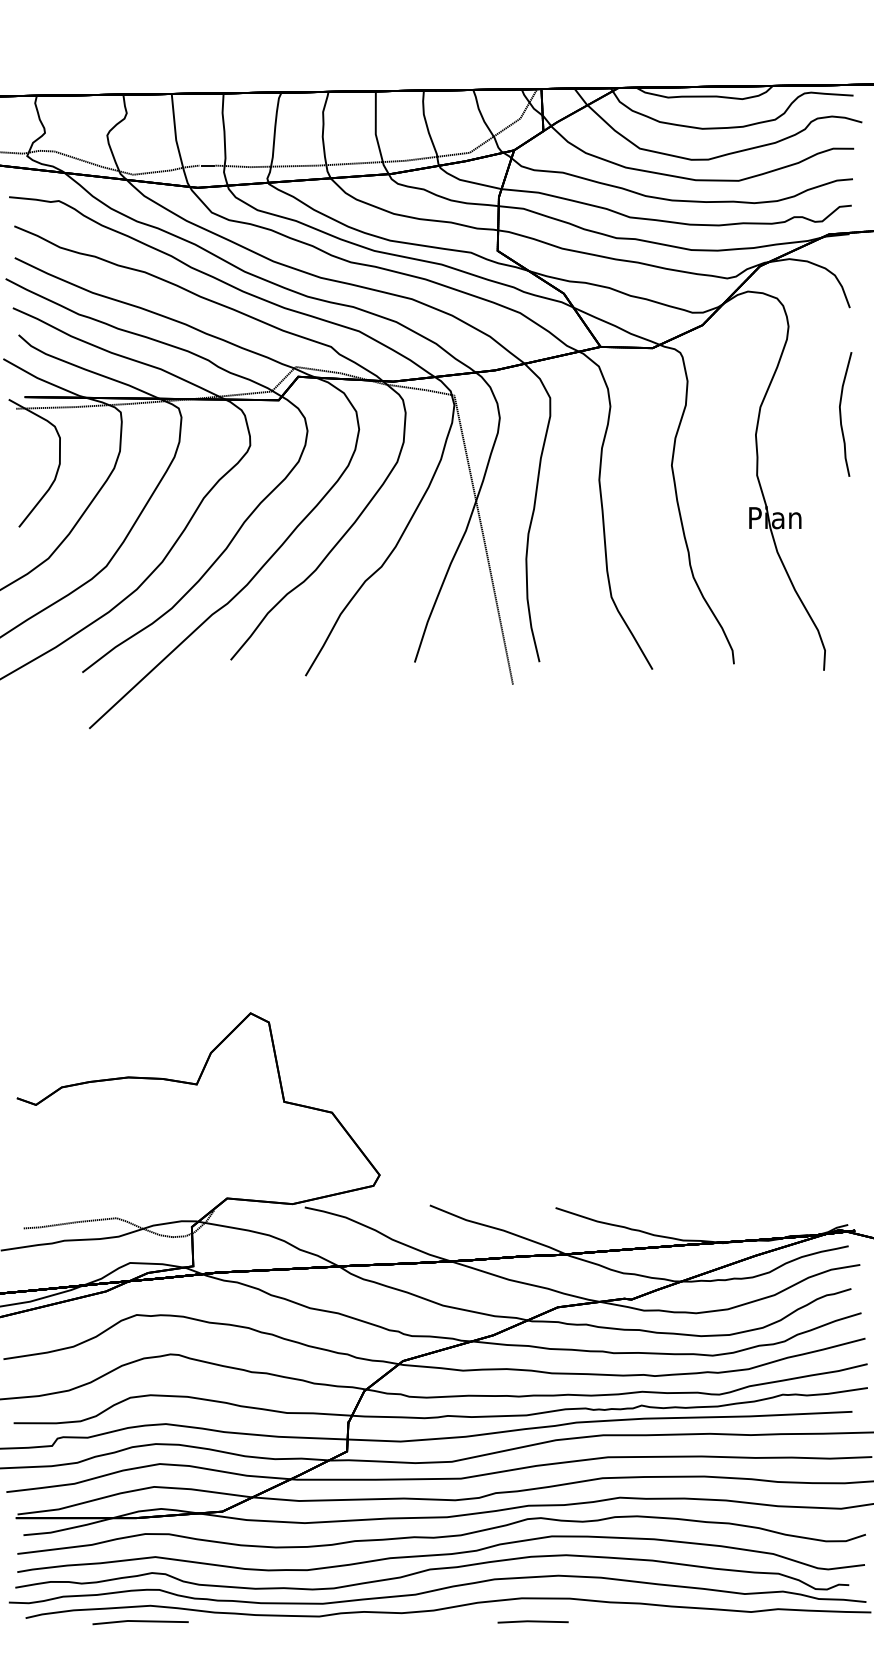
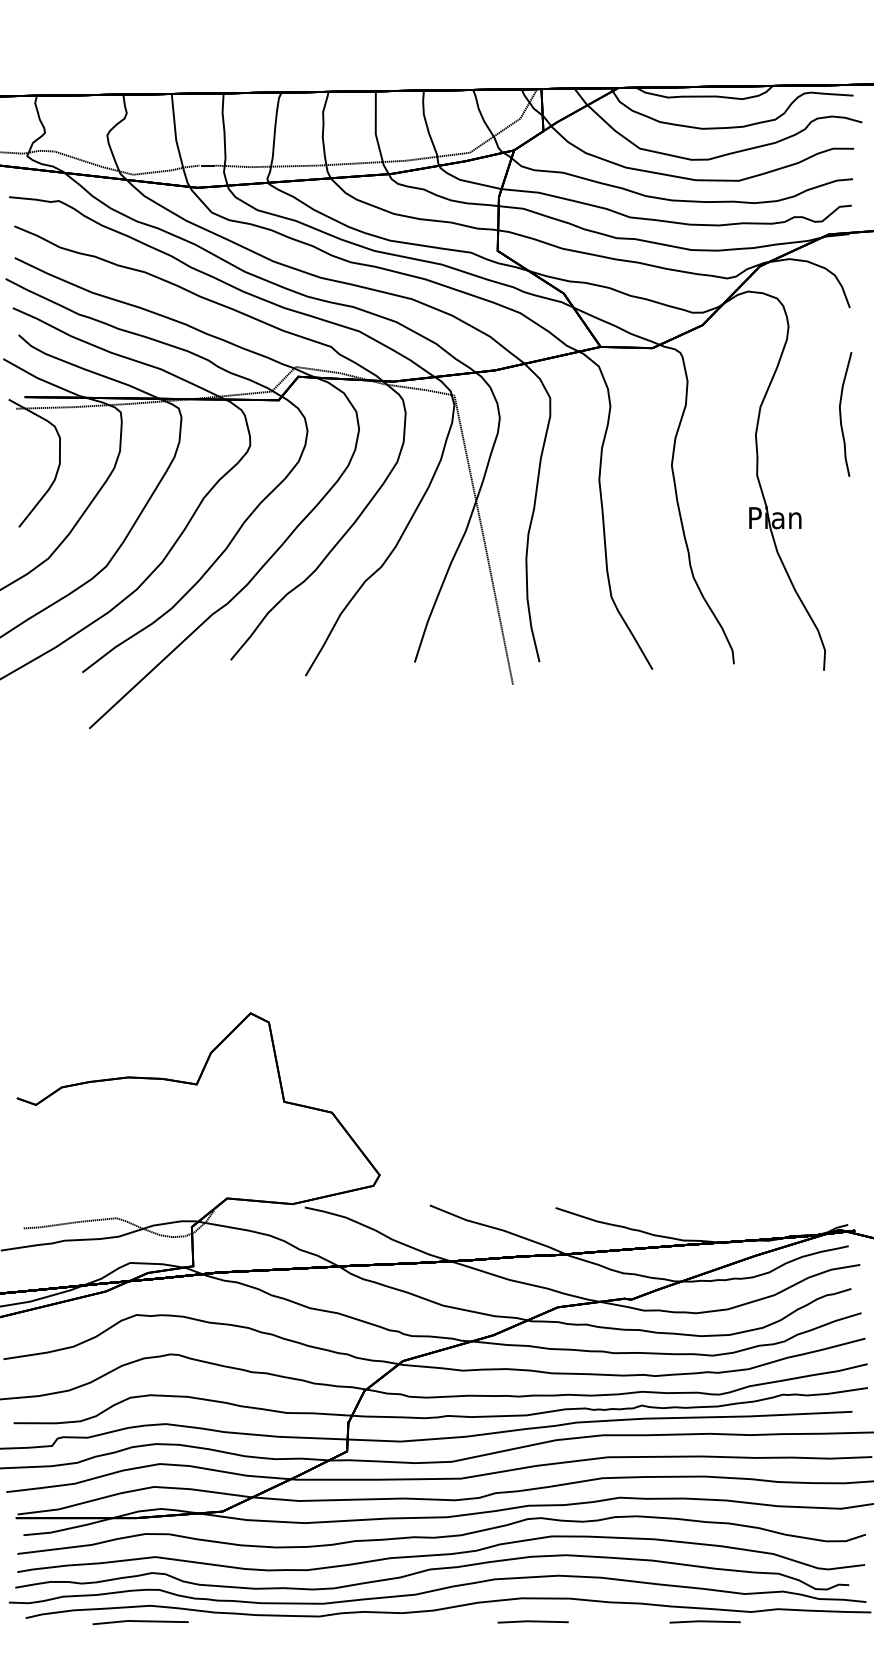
line at (704, 1621): none -> present
